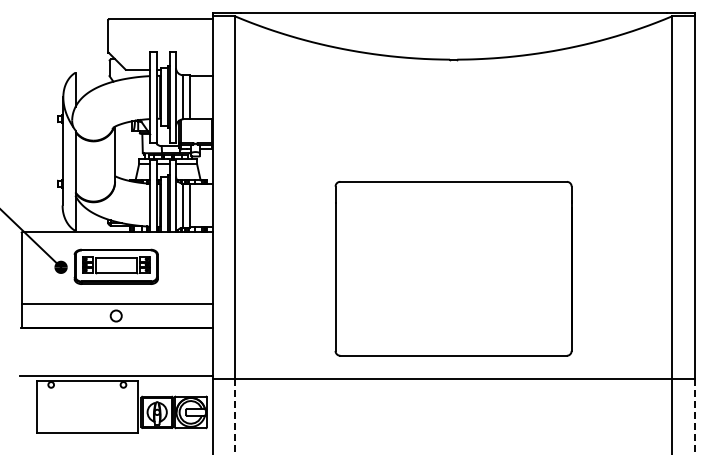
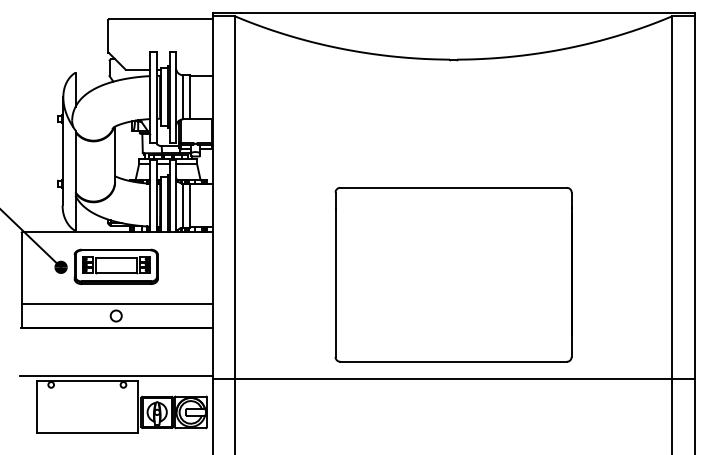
part at (453, 268) position: (453, 268) -> (453, 274)
line at (235, 416): dashed -> solid
line at (694, 416): dashed -> solid
